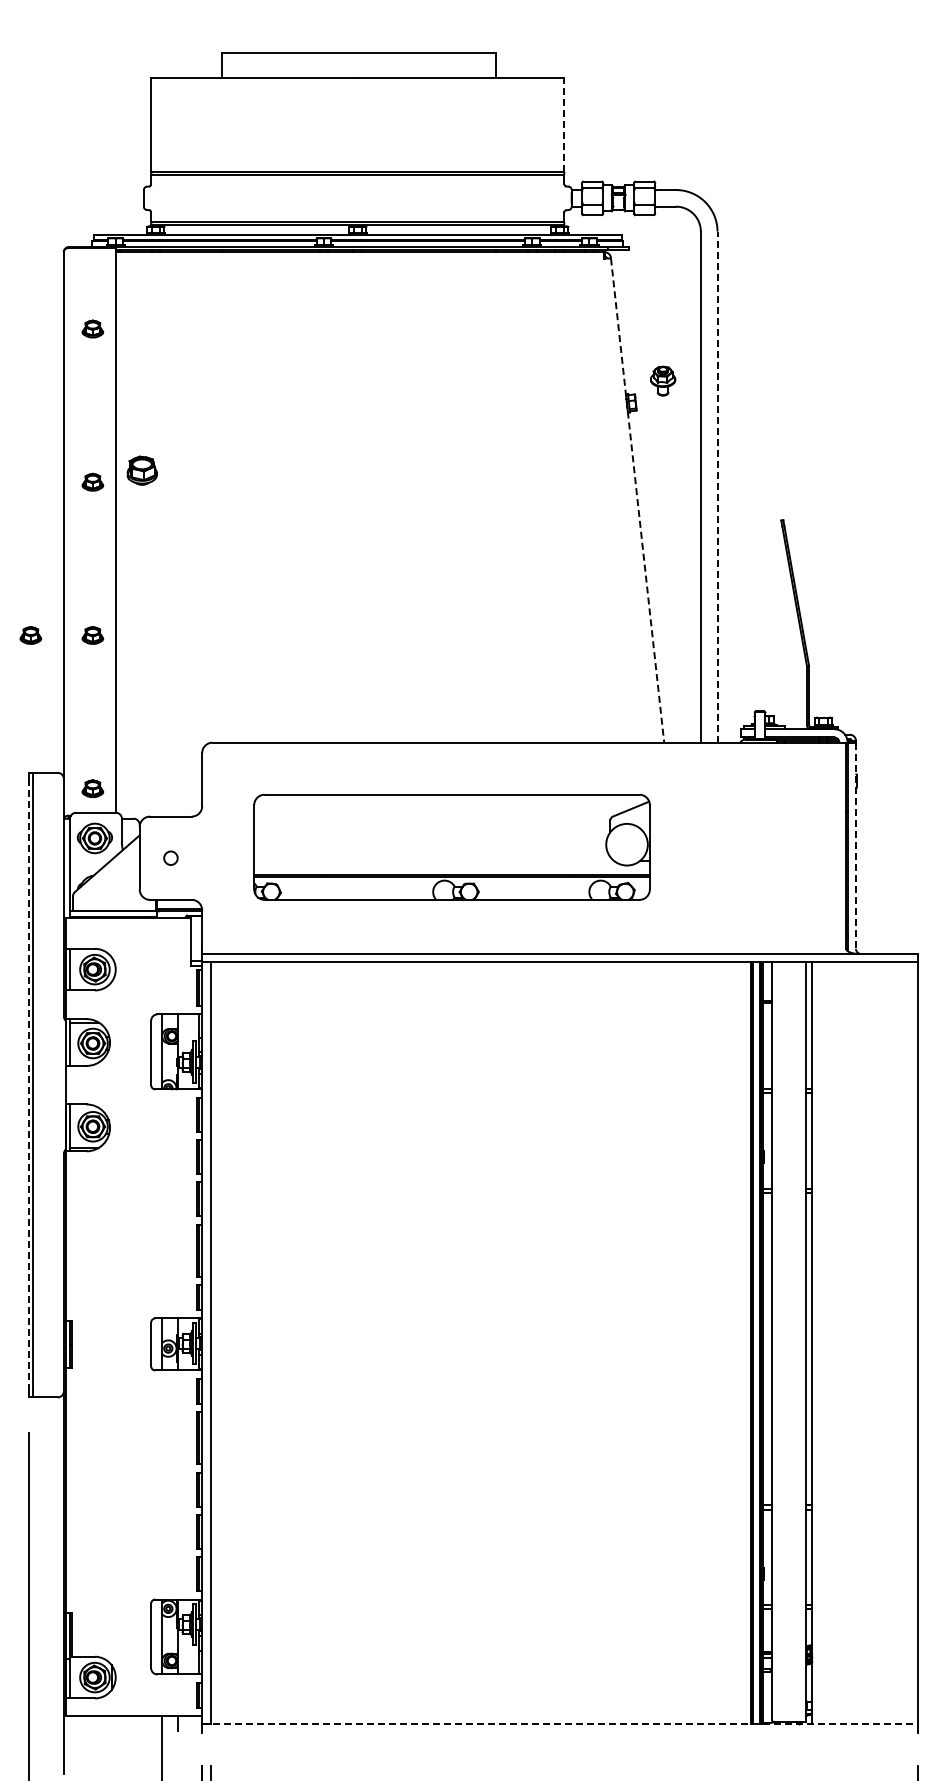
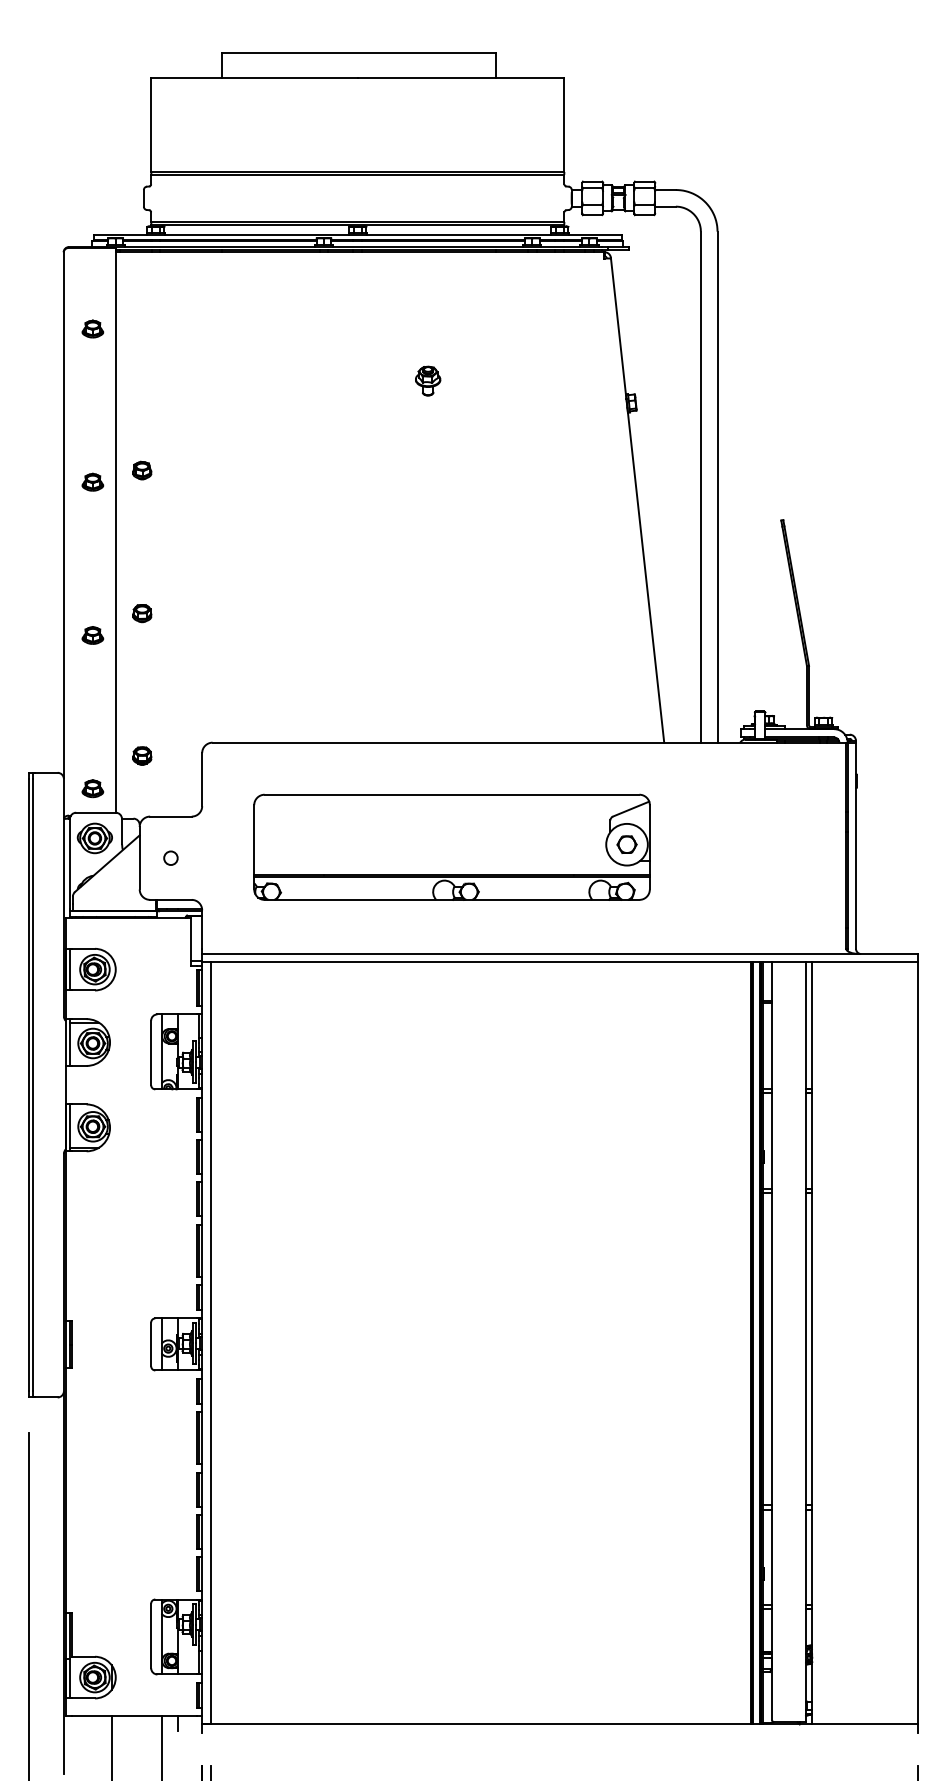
line at (564, 124): dashed -> solid
part at (663, 380) position: (663, 380) -> (428, 380)
part at (141, 470) size: 32x31 px -> 21x21 px
line at (717, 487): dashed -> solid
line at (637, 500): dashed -> solid
part at (142, 613): none -> present
part at (30, 635): present -> none
part at (142, 755): none -> present
part at (626, 844): none -> present
line at (856, 846): dashed -> solid
line at (28, 1085): dashed -> solid
line at (560, 1724): dashed -> solid
line at (111, 1746): none -> present
